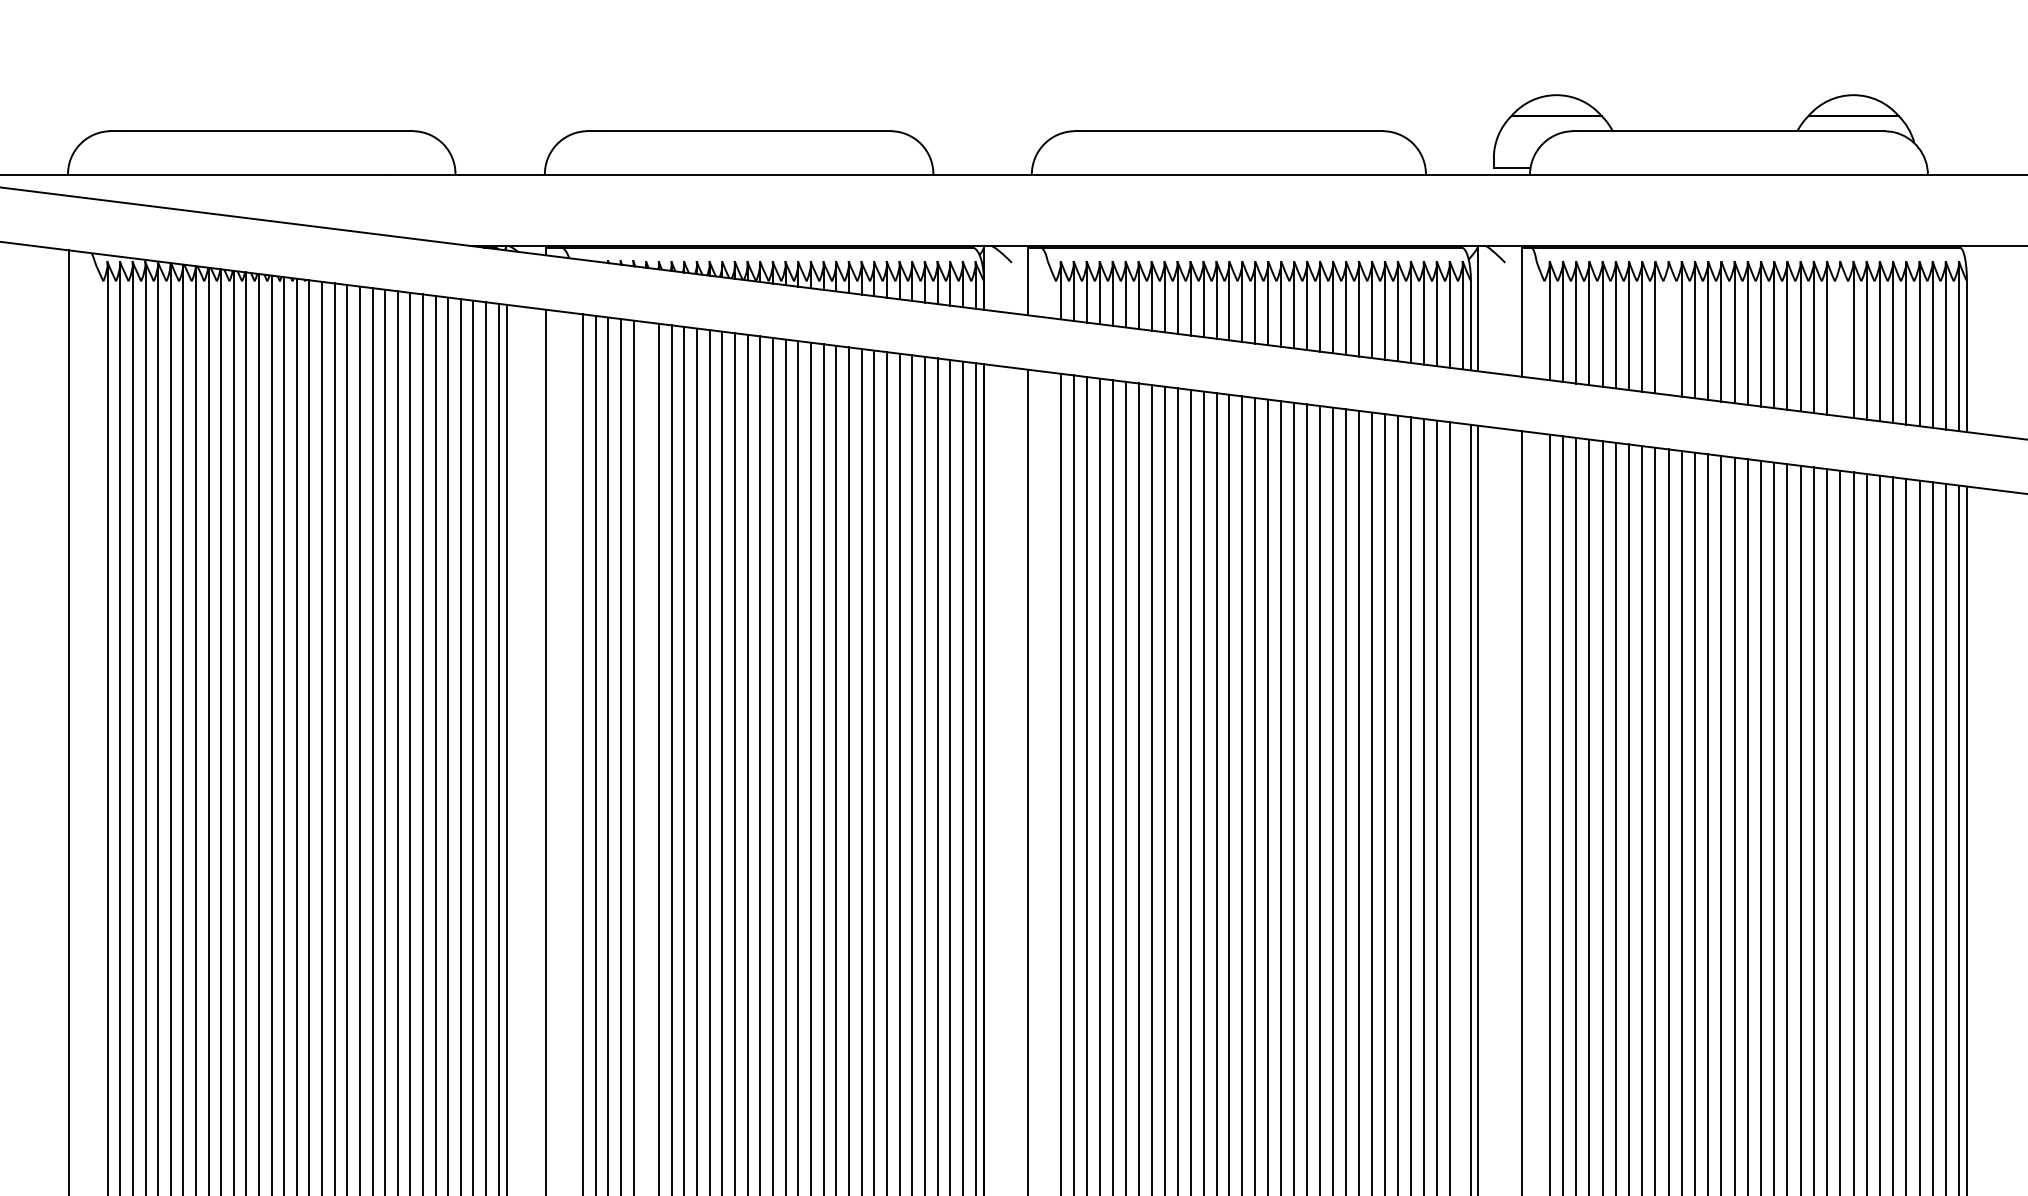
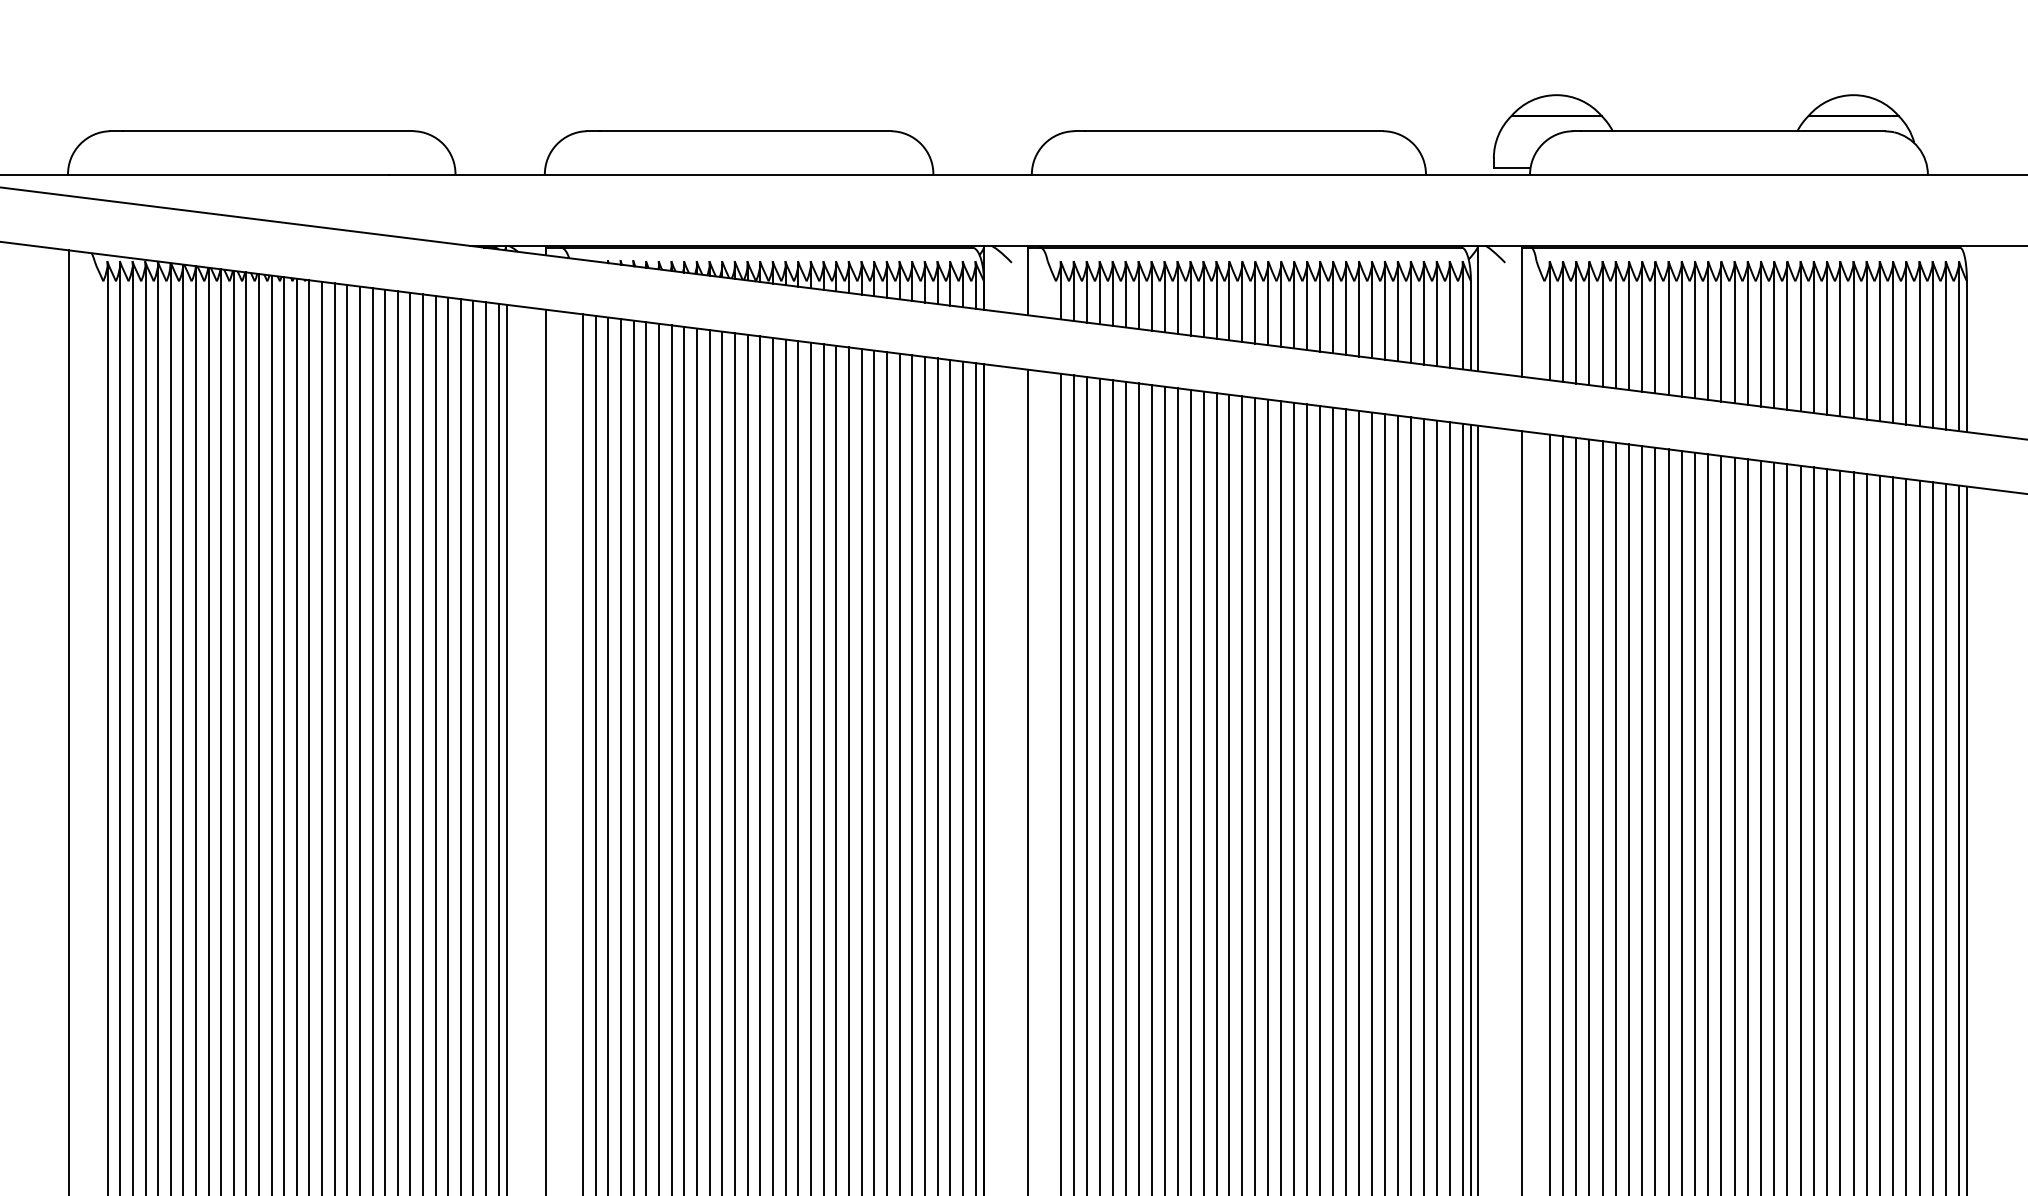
line at (1668, 329): none -> present
line at (1840, 339): none -> present
line at (646, 757): none -> present
line at (1462, 807): none -> present
